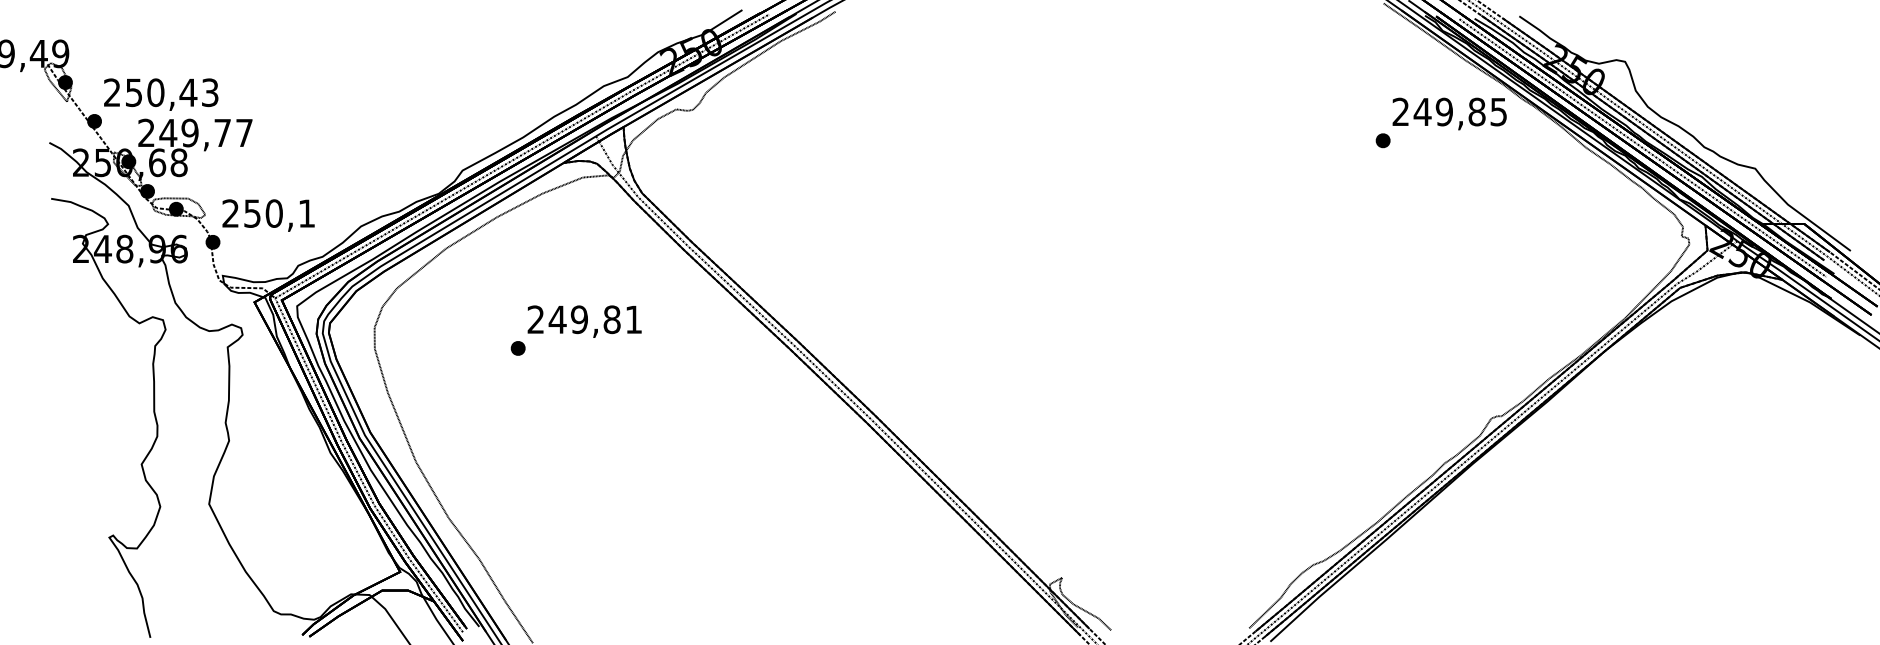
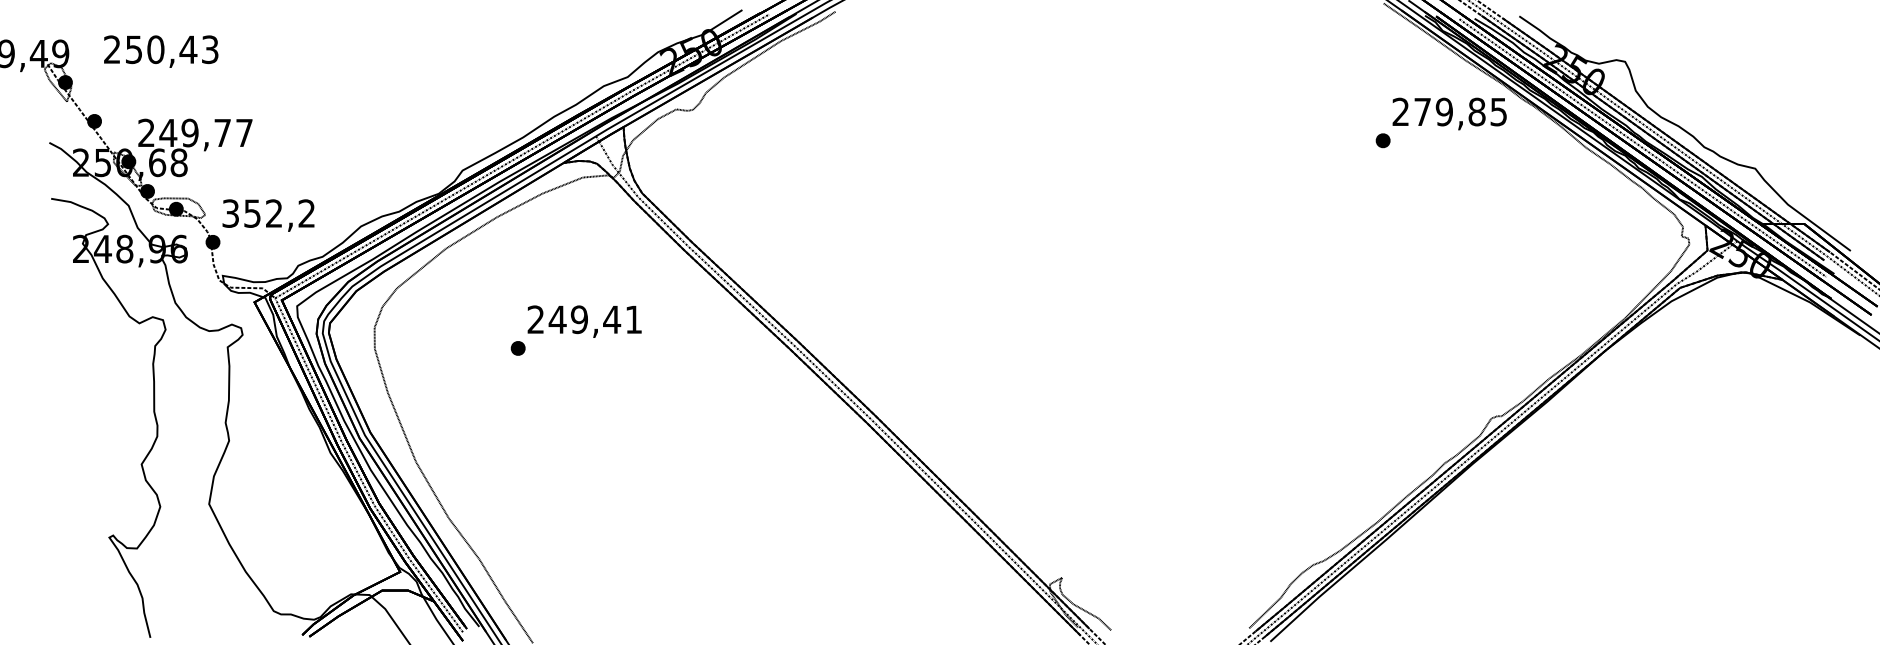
text at (161, 94) position: (161, 94) -> (161, 51)
text at (1422, 111): 249,85 -> 279,85
text at (268, 213): 250,1 -> 352,2
text at (612, 319): 249,81 -> 249,41
